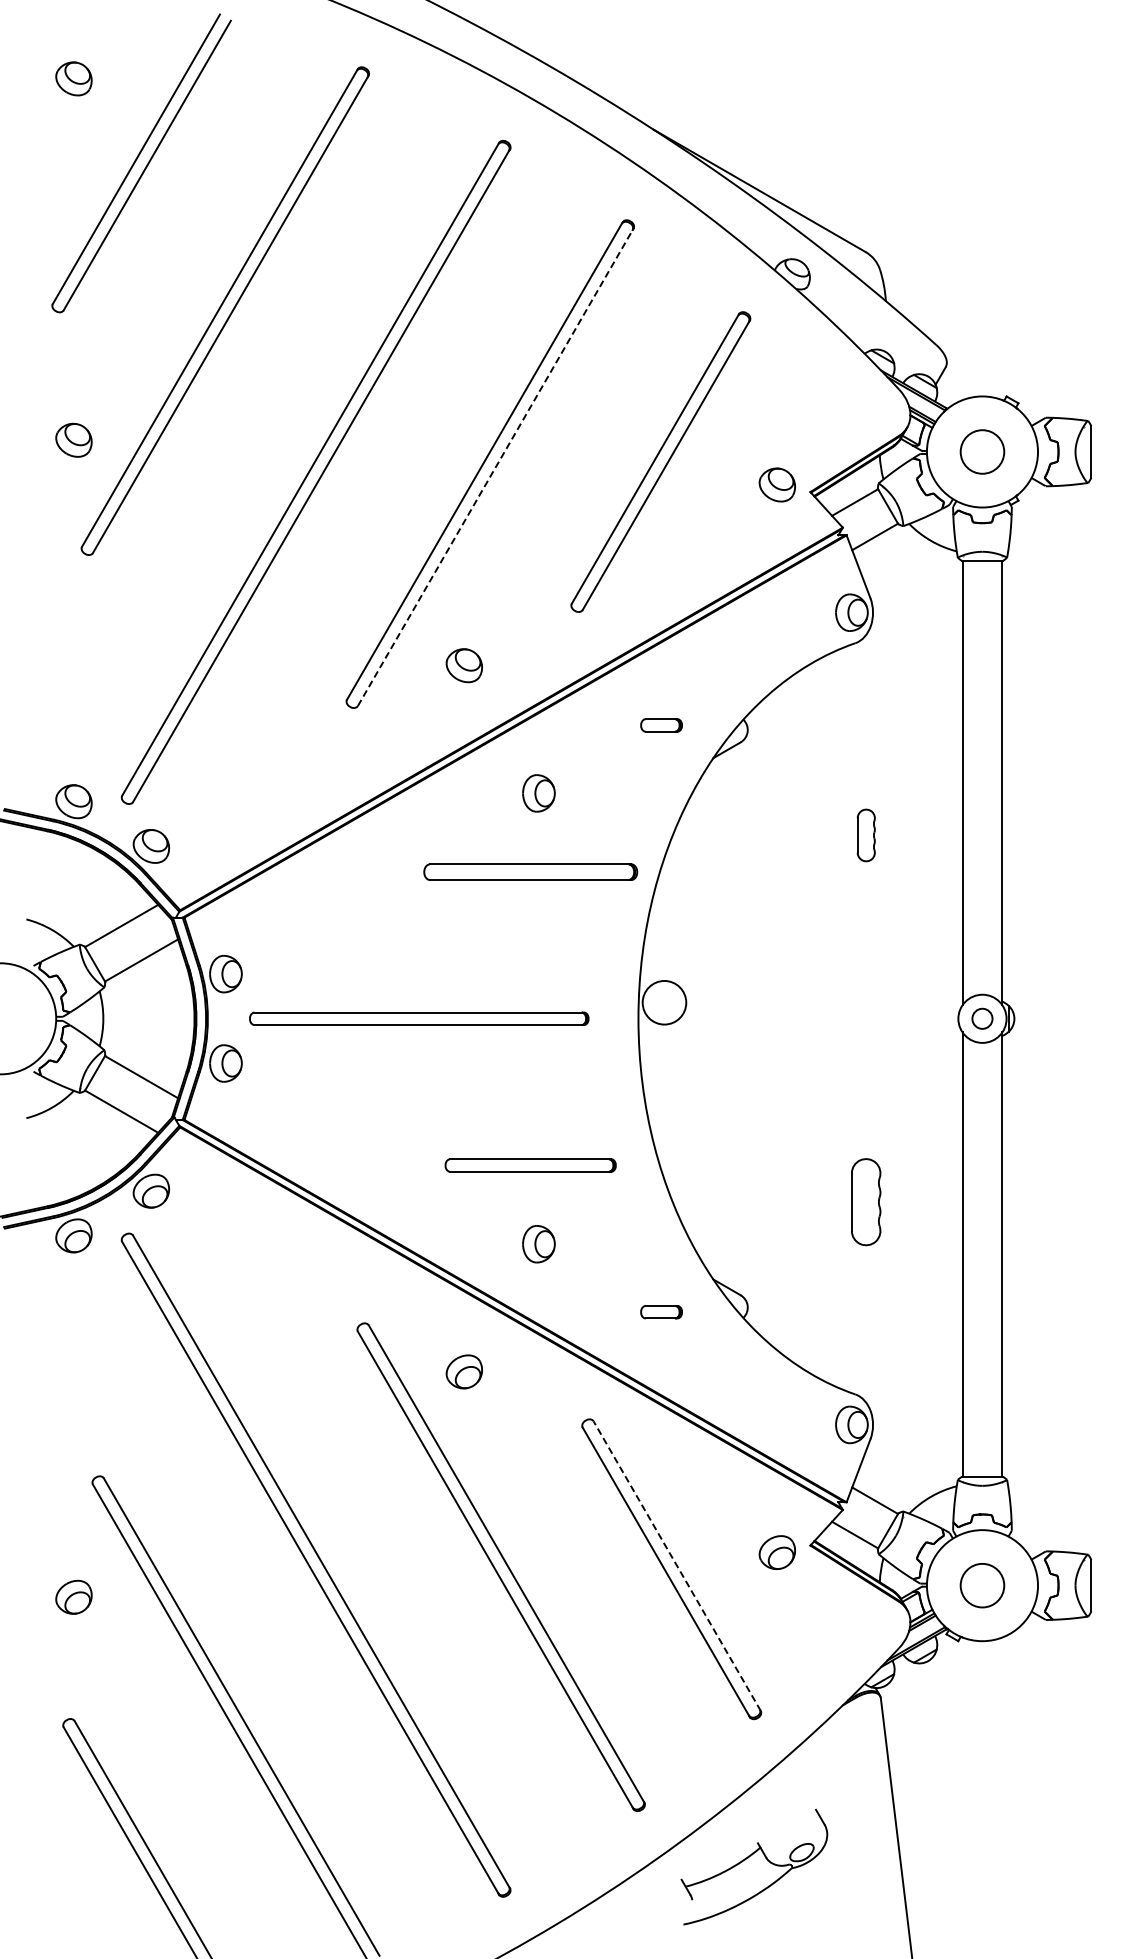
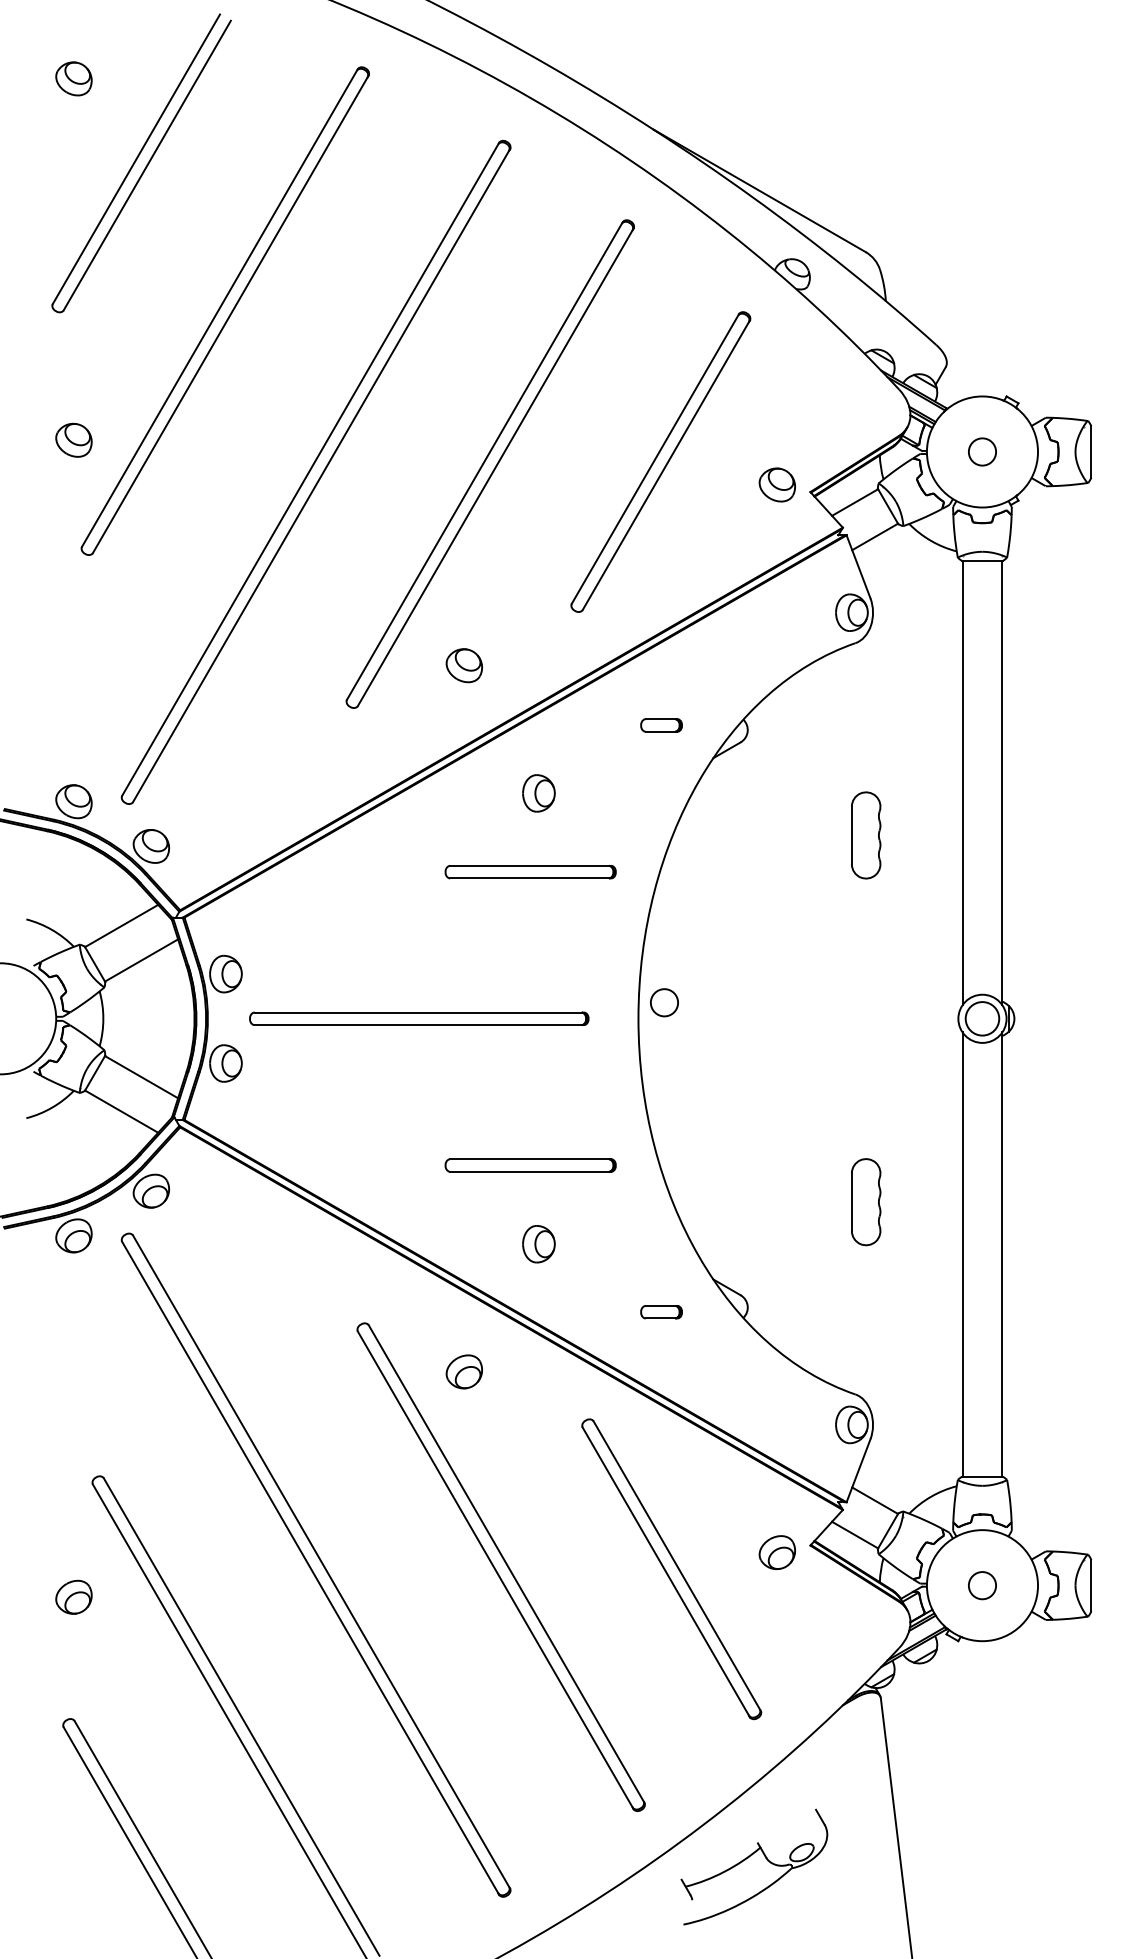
circle at (982, 451) diameter: 44 px -> 27 px
line at (495, 467): dashed -> solid
part at (865, 835) size: 20x55 px -> 31x89 px
part at (530, 871) size: 216x18 px -> 173x16 px
circle at (664, 1002) diameter: 44 px -> 27 px
circle at (982, 1018) diameter: 20 px -> 34 px
line at (676, 1565): dashed -> solid
circle at (982, 1585) diameter: 44 px -> 27 px
